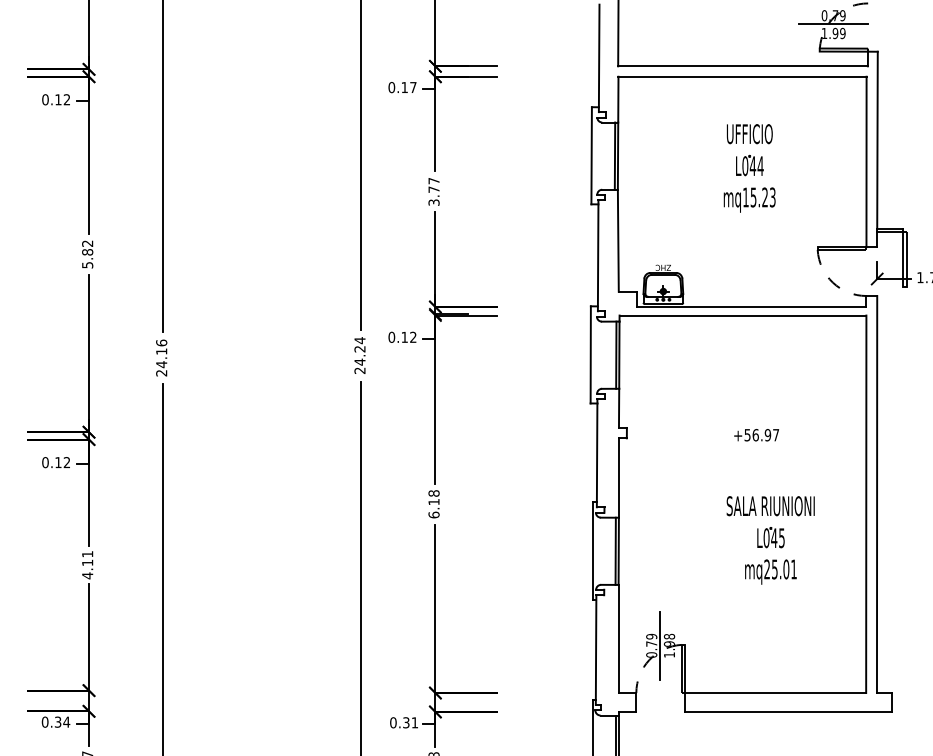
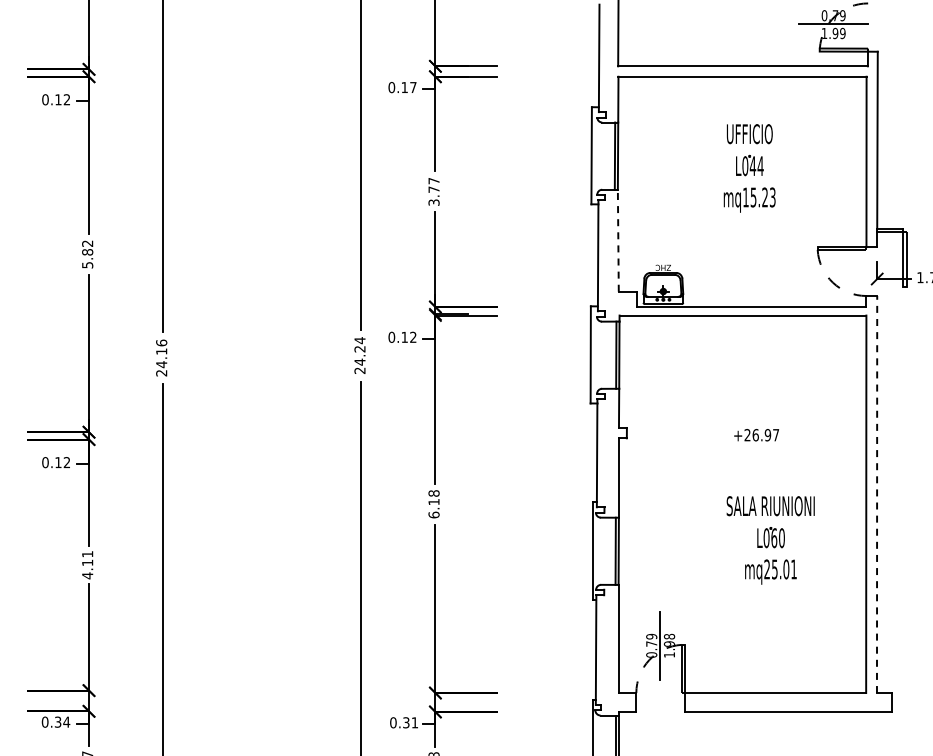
line at (618, 240): solid -> dashed
text at (747, 435): +56.97 -> +26.97
line at (877, 494): solid -> dashed
text at (777, 538): L045 -> L060
